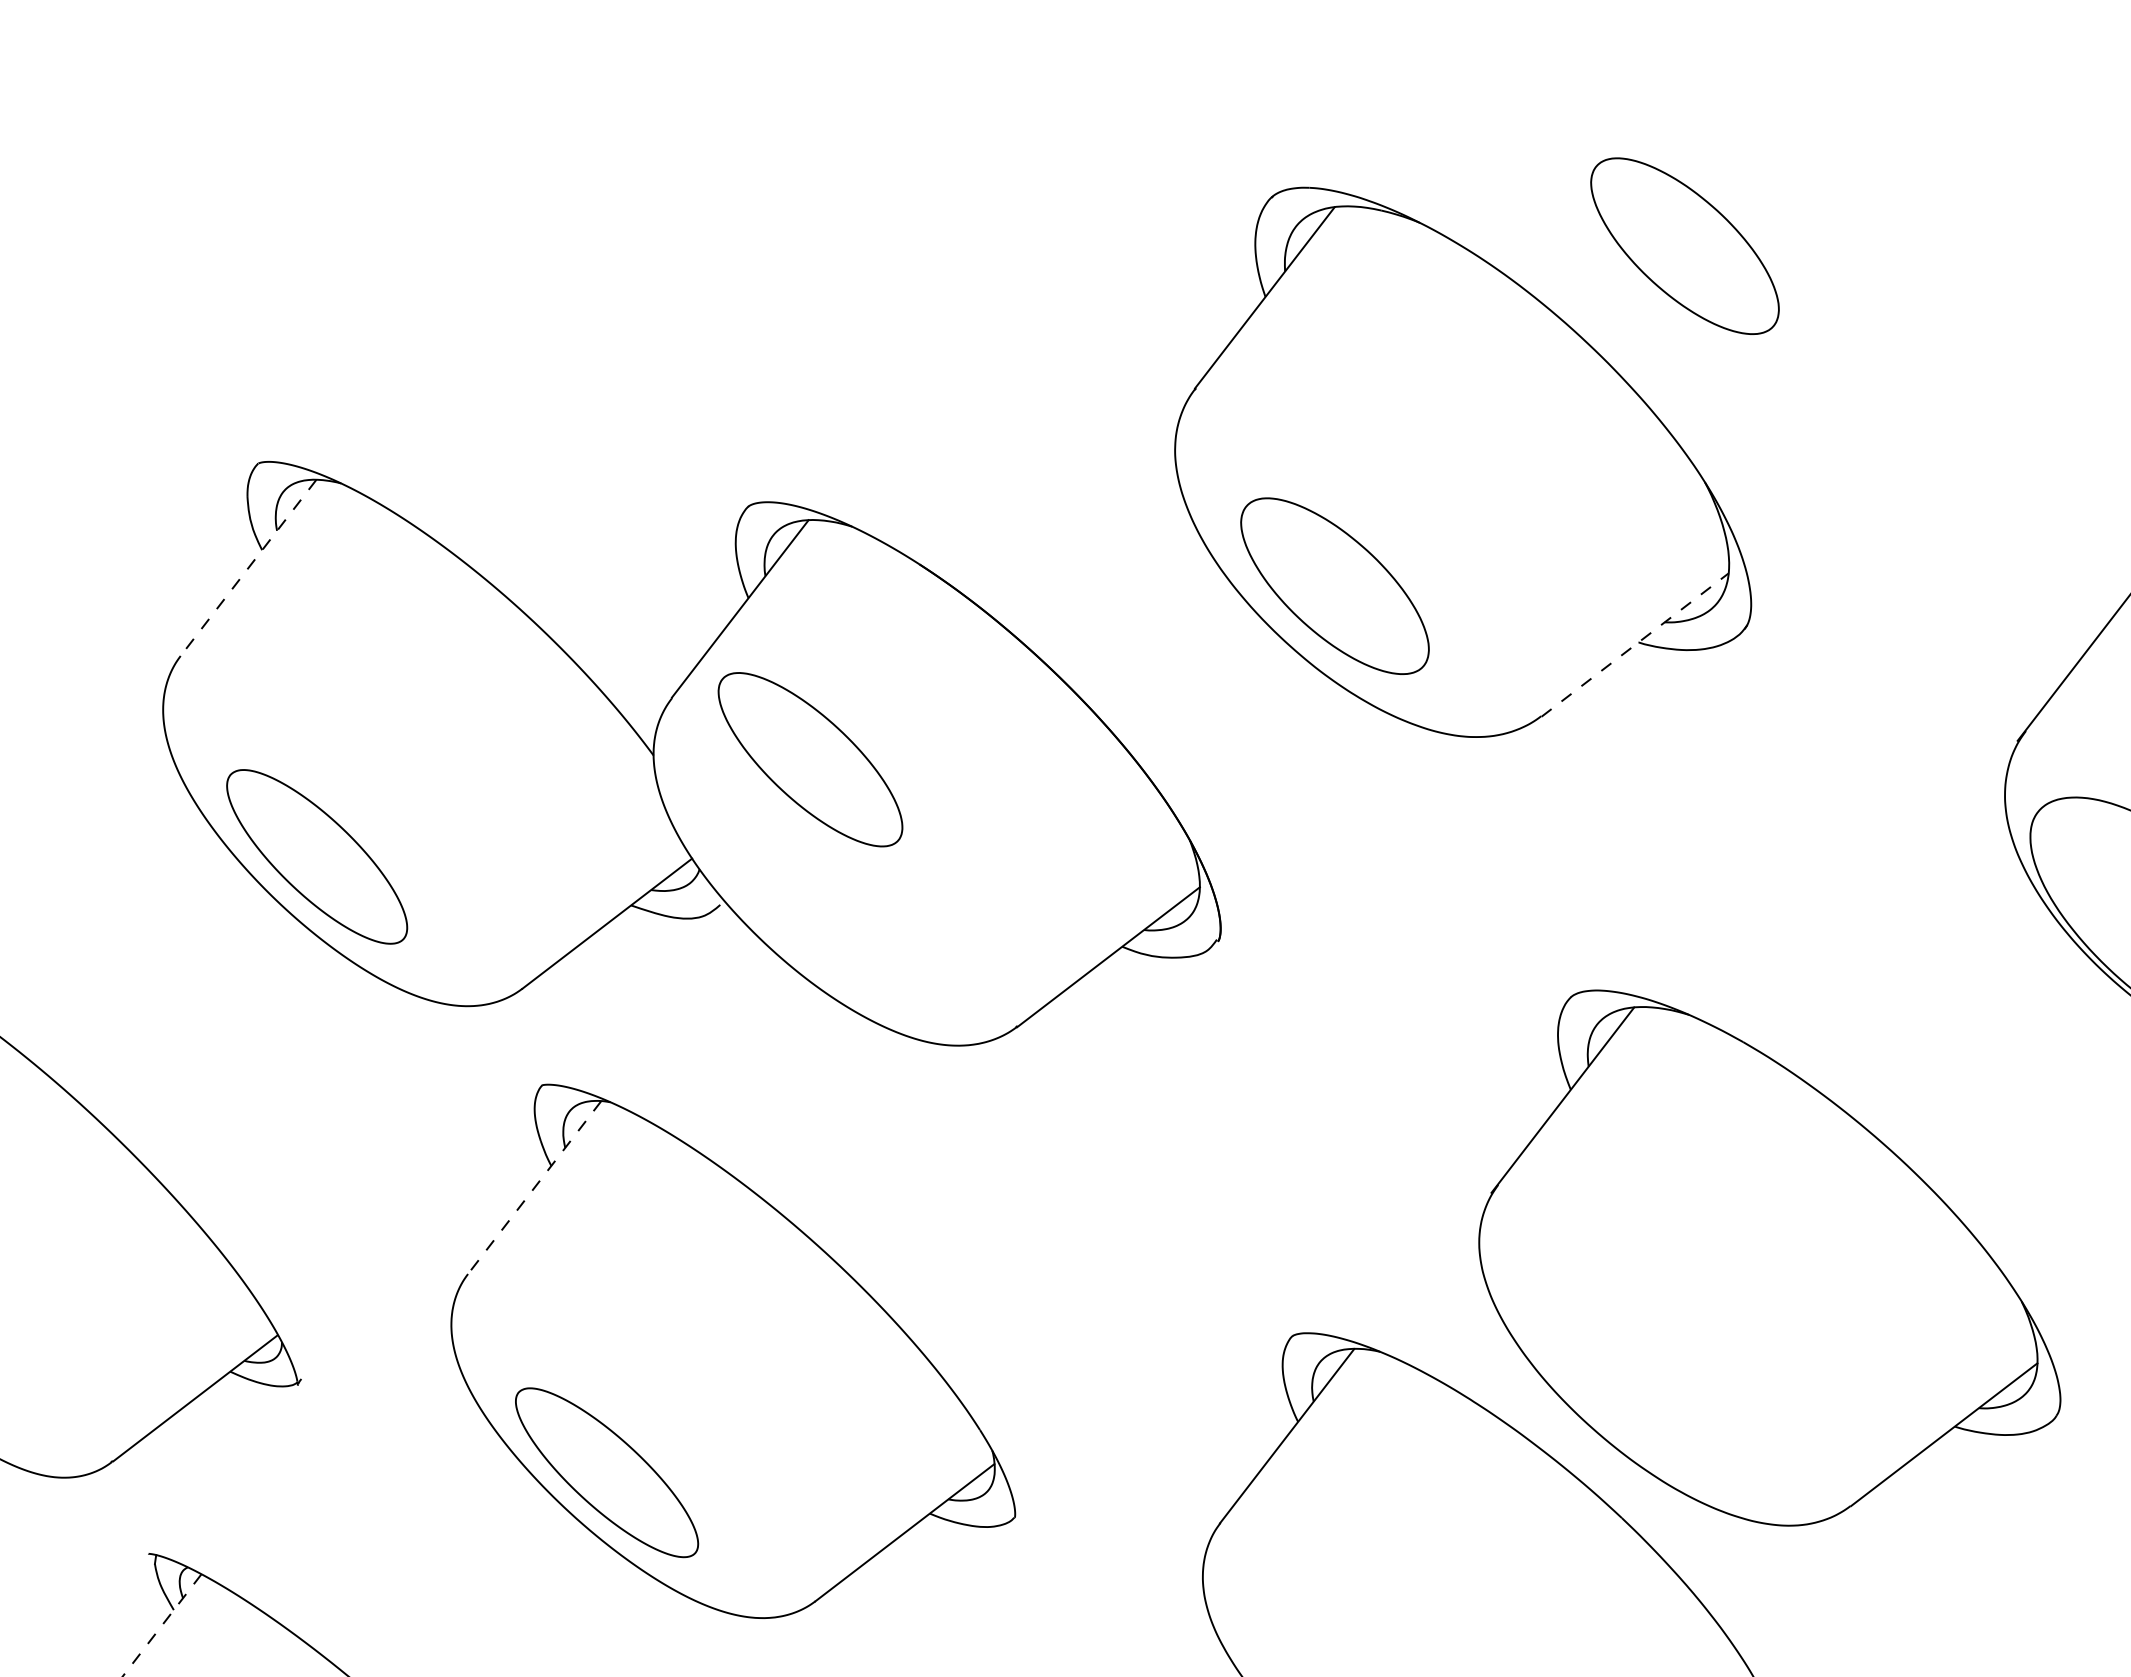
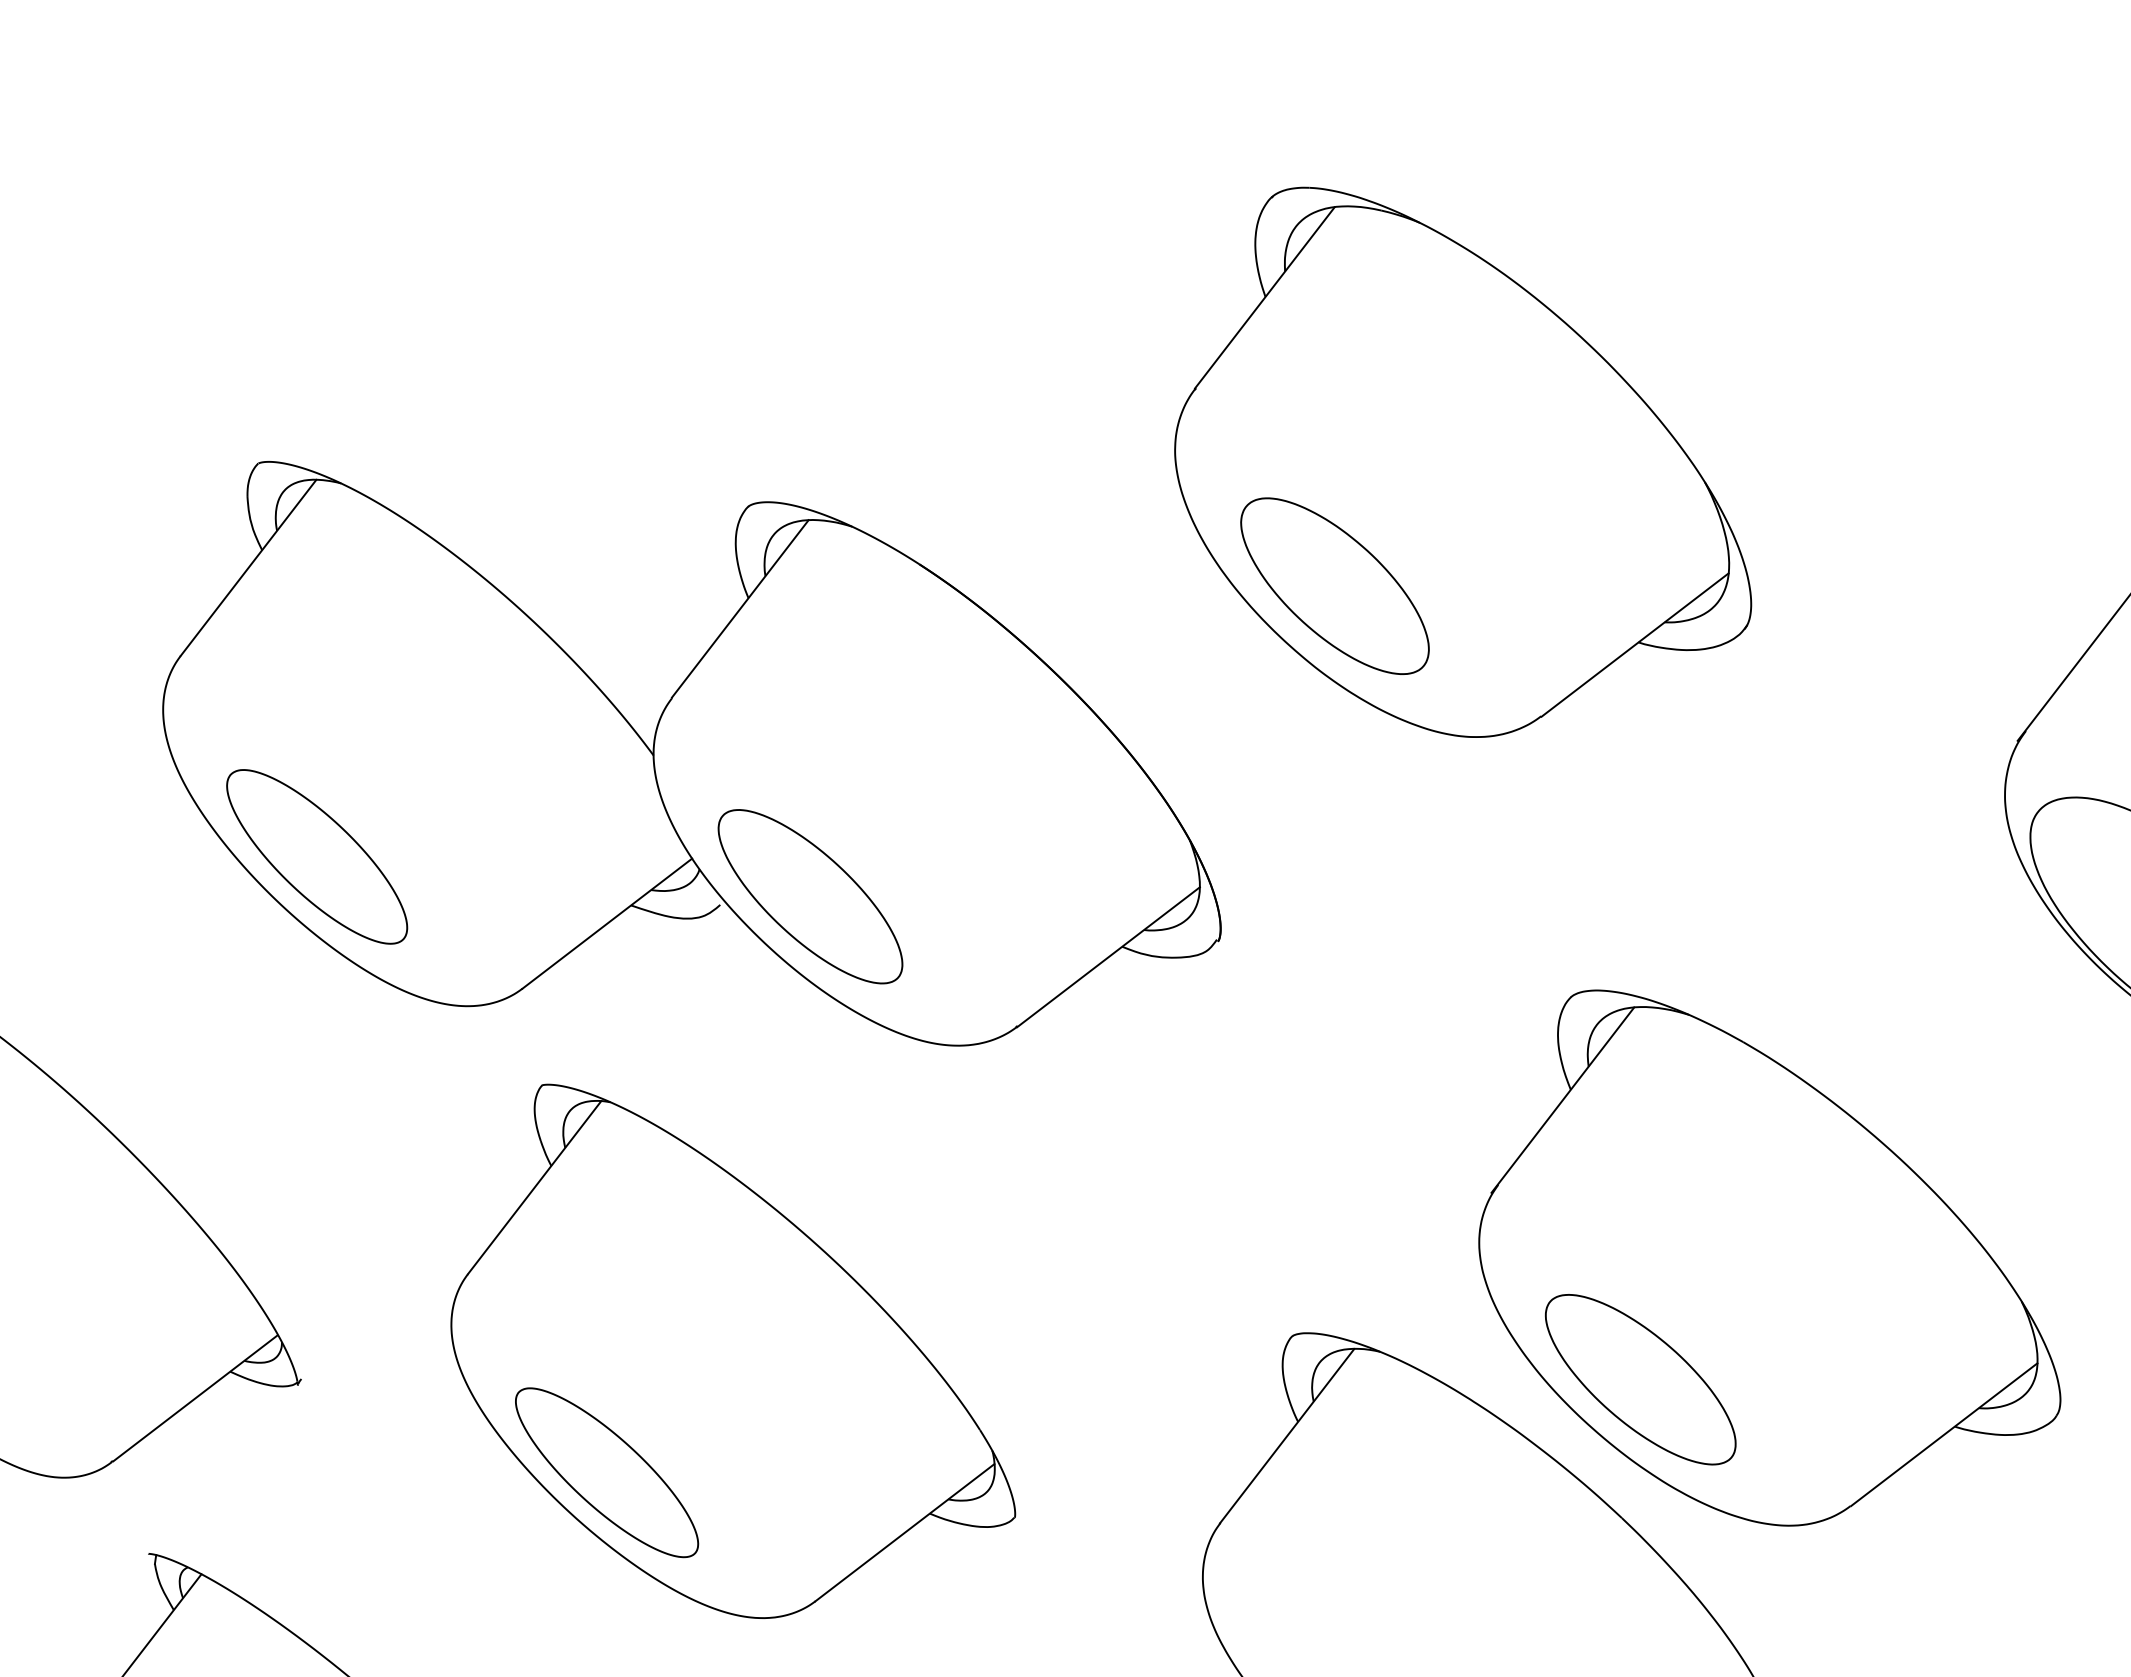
part at (1684, 245): present -> none
line at (248, 568): dashed -> solid
line at (1635, 645): dashed -> solid
part at (810, 759) position: (810, 759) -> (810, 896)
line at (534, 1188): dashed -> solid
part at (1640, 1379): none -> present
line at (161, 1625): dashed -> solid
